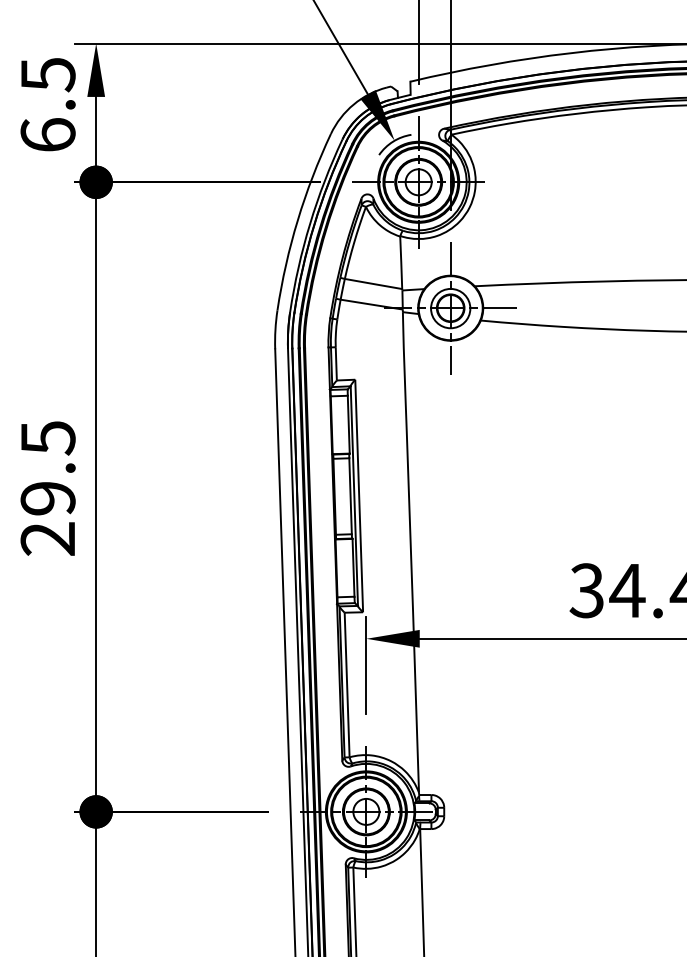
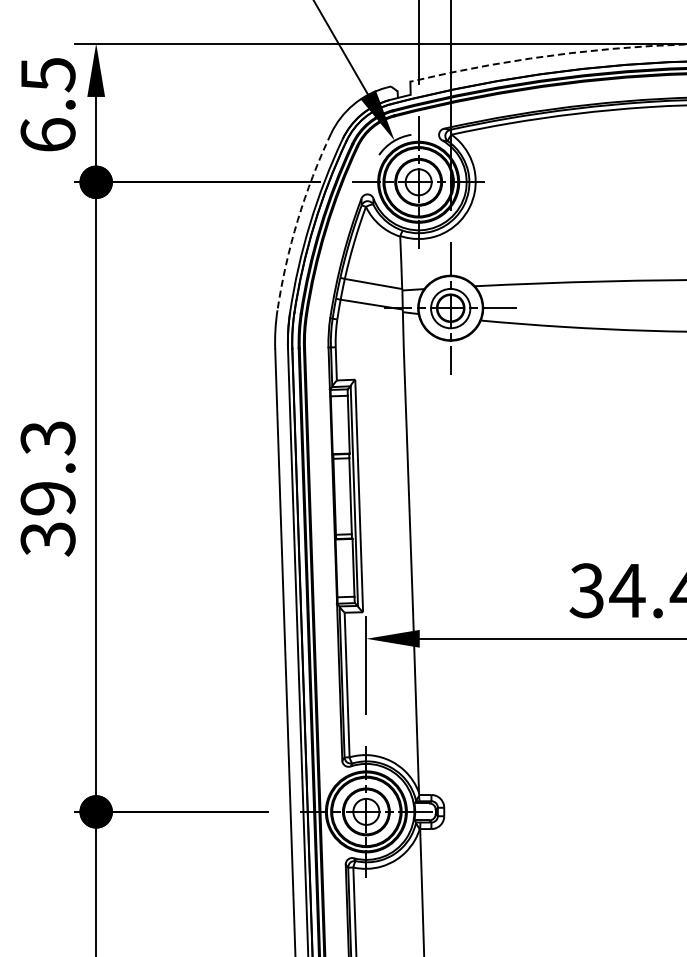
arc at (547, 56): solid -> dashed
arc at (297, 220): solid -> dashed
text at (47, 488): 29.5 -> 39.3
